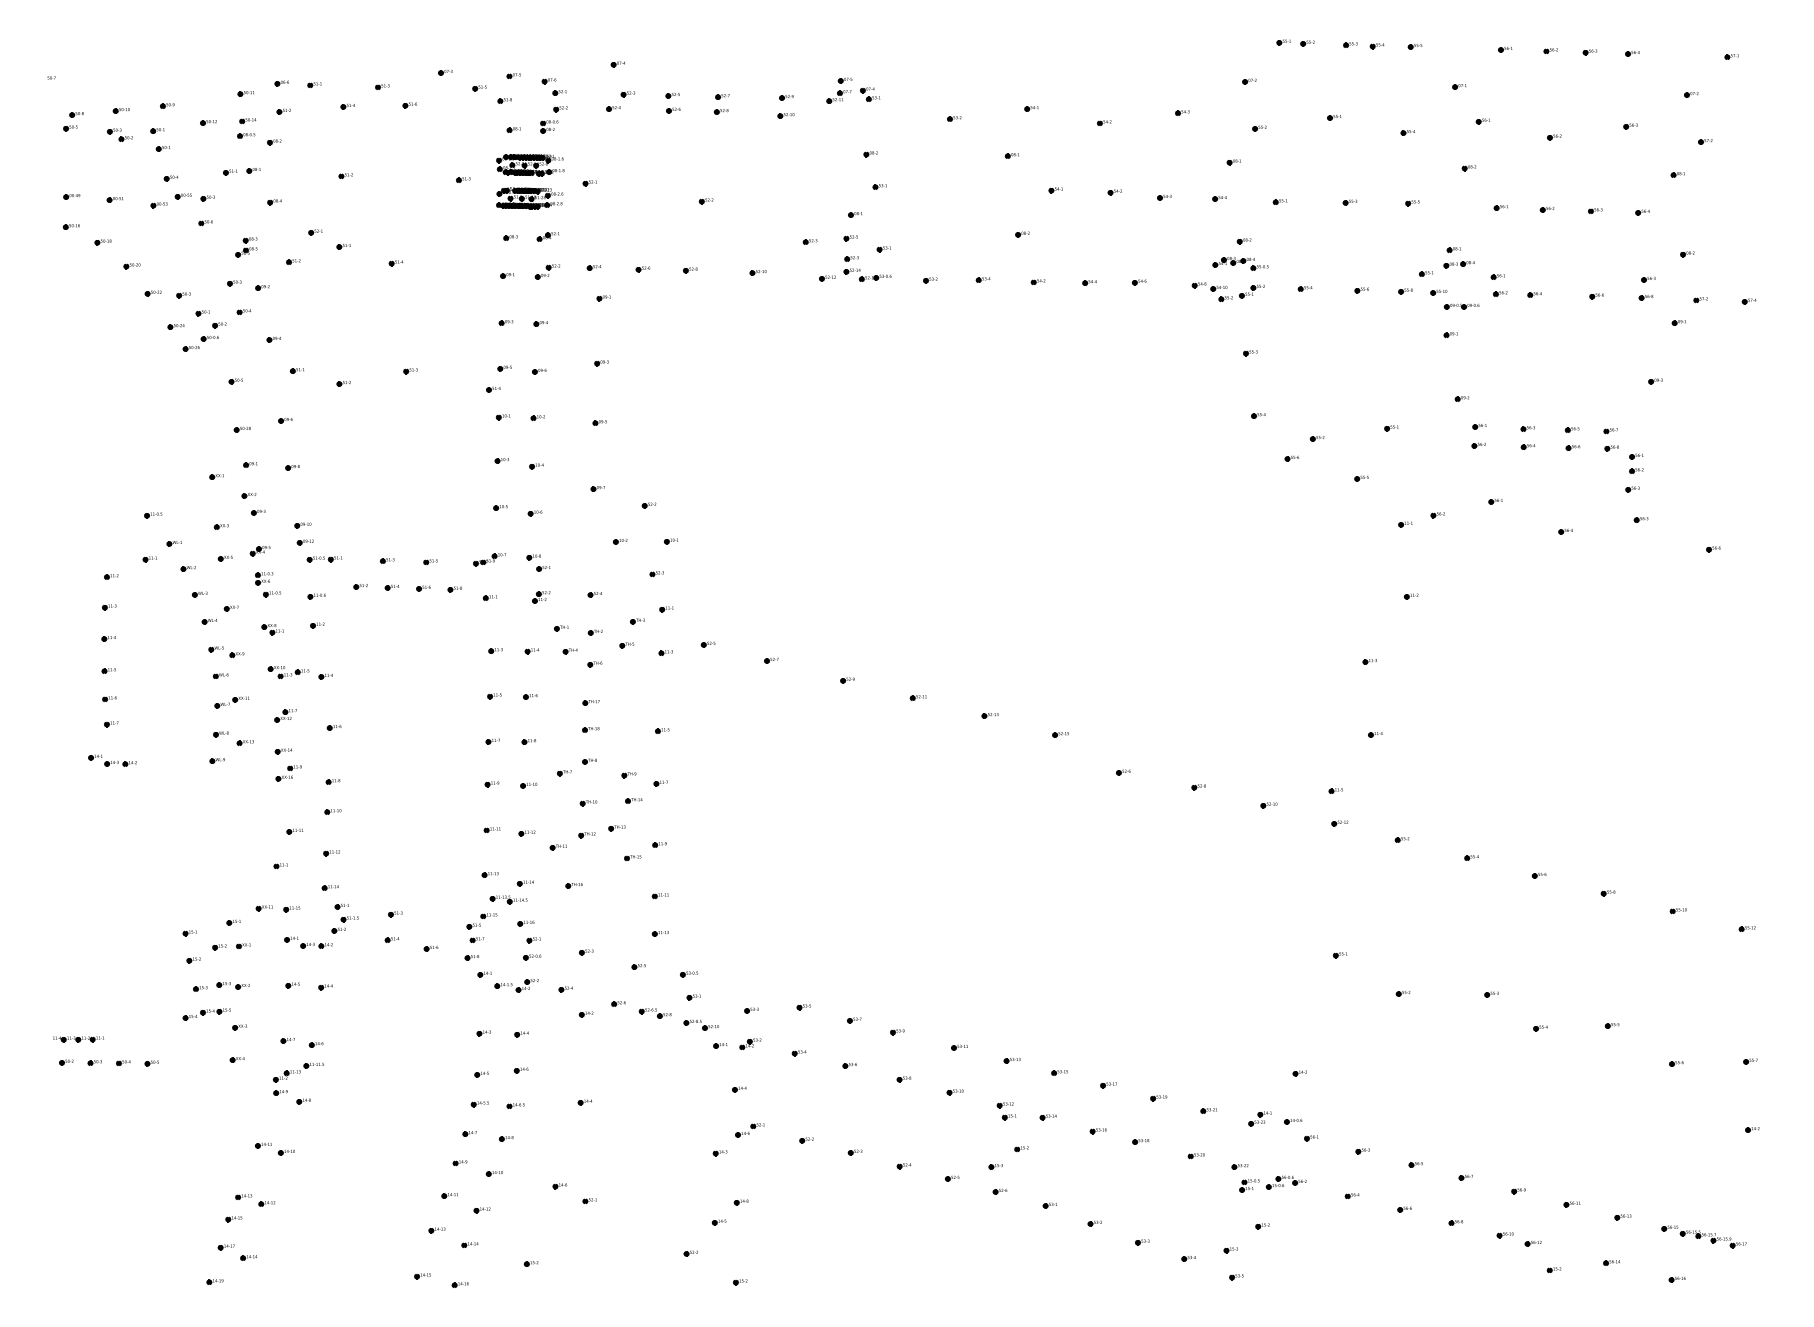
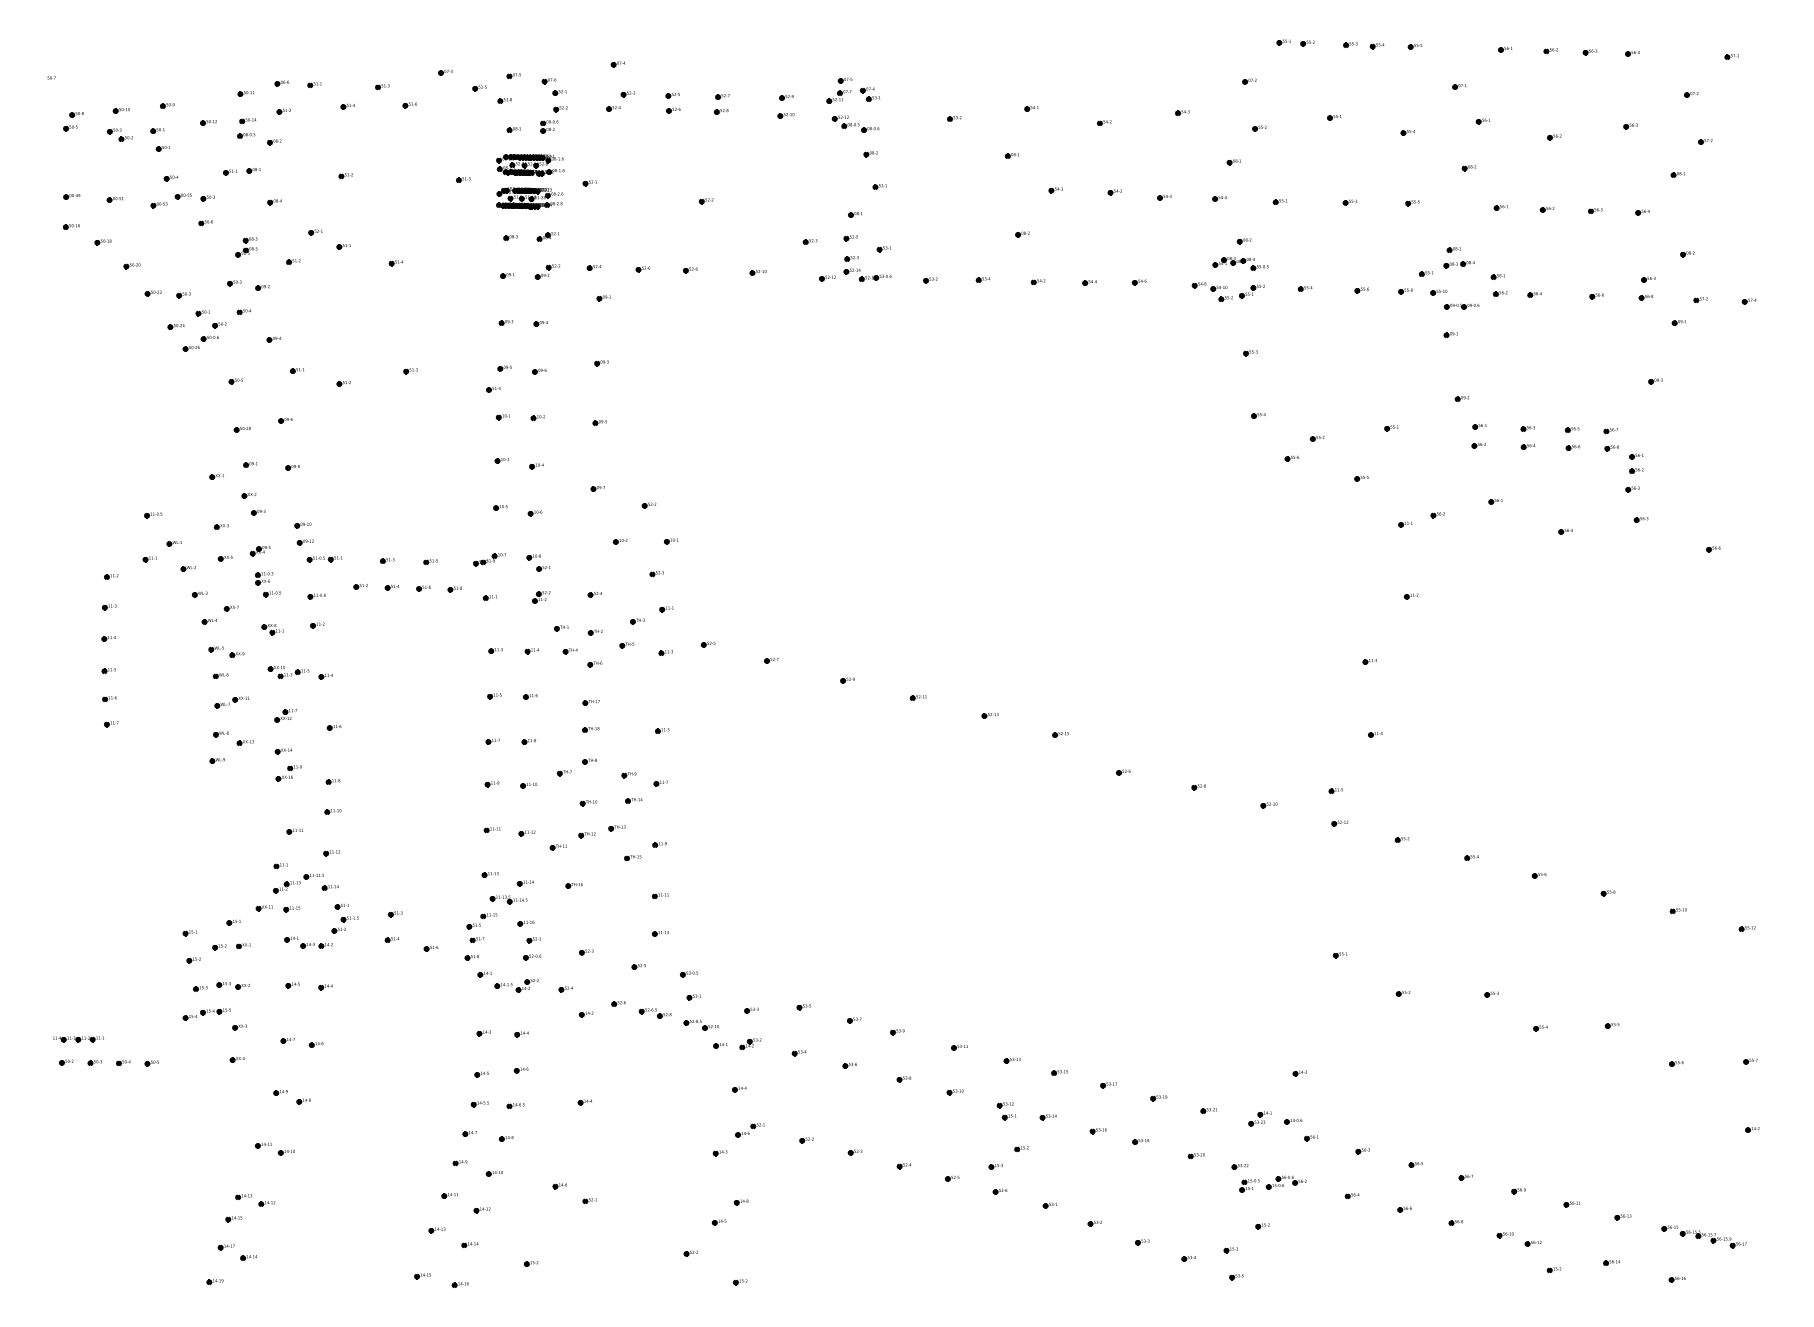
part at (855, 123): none -> present
part at (112, 760): present -> none
part at (297, 1072) position: (297, 1072) -> (297, 883)
